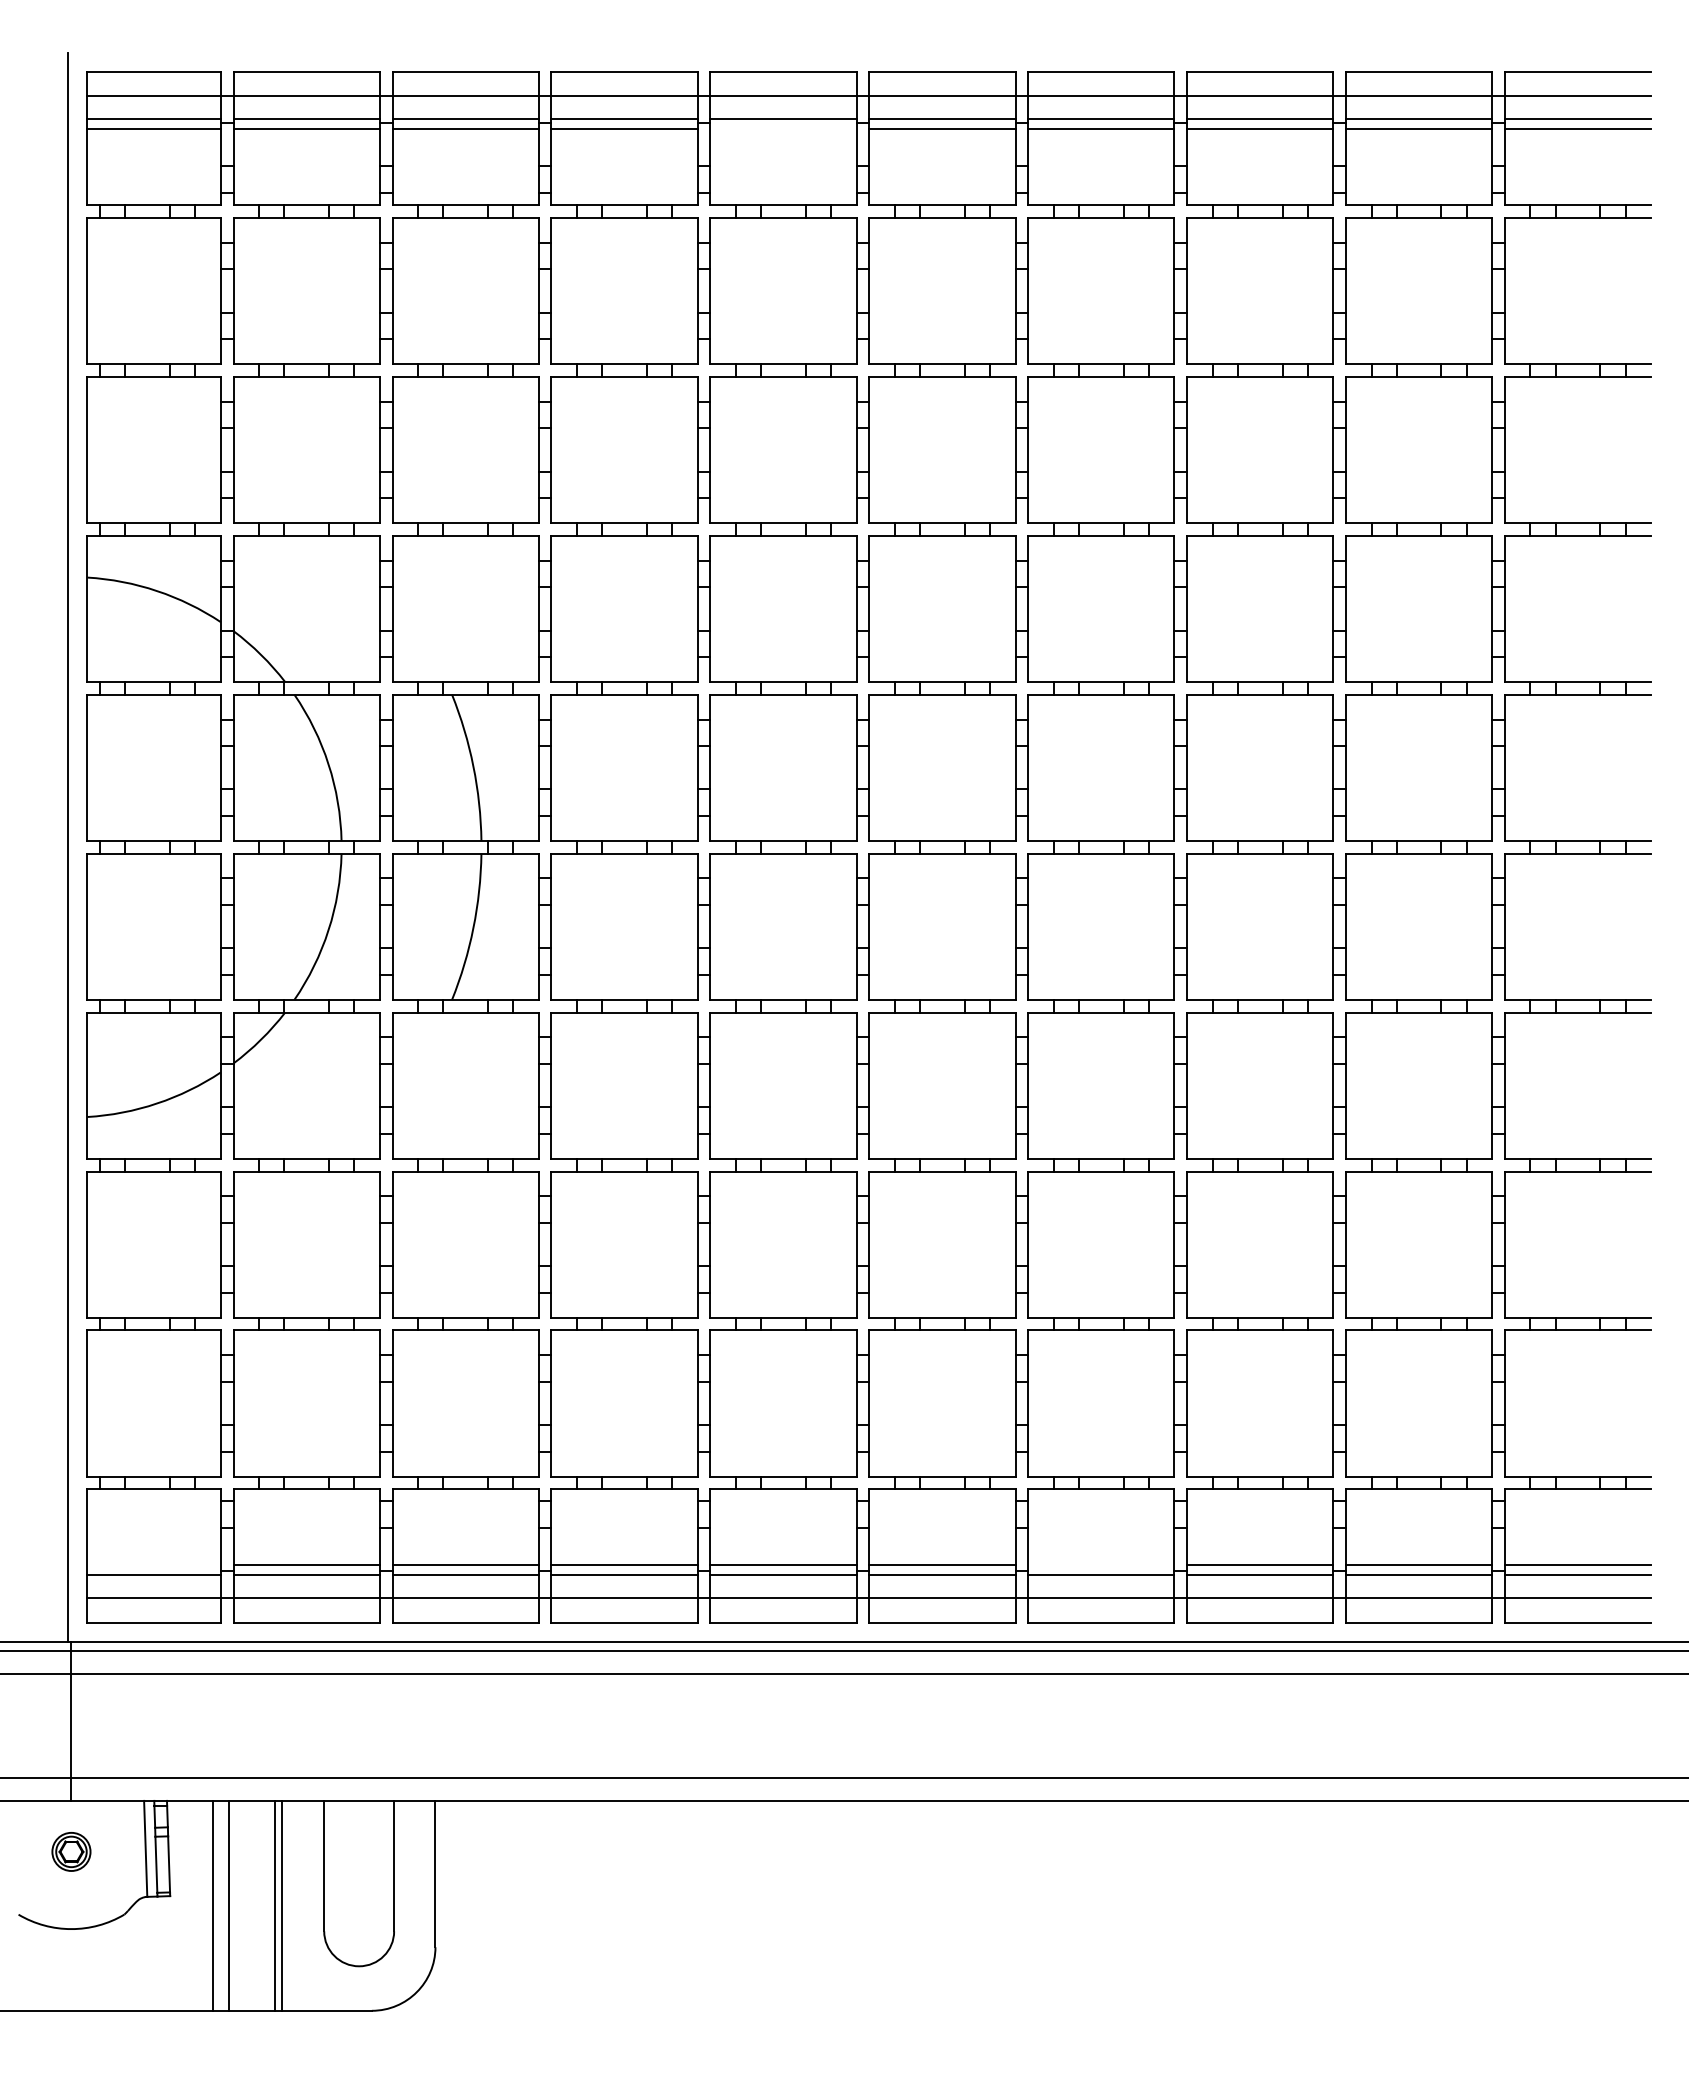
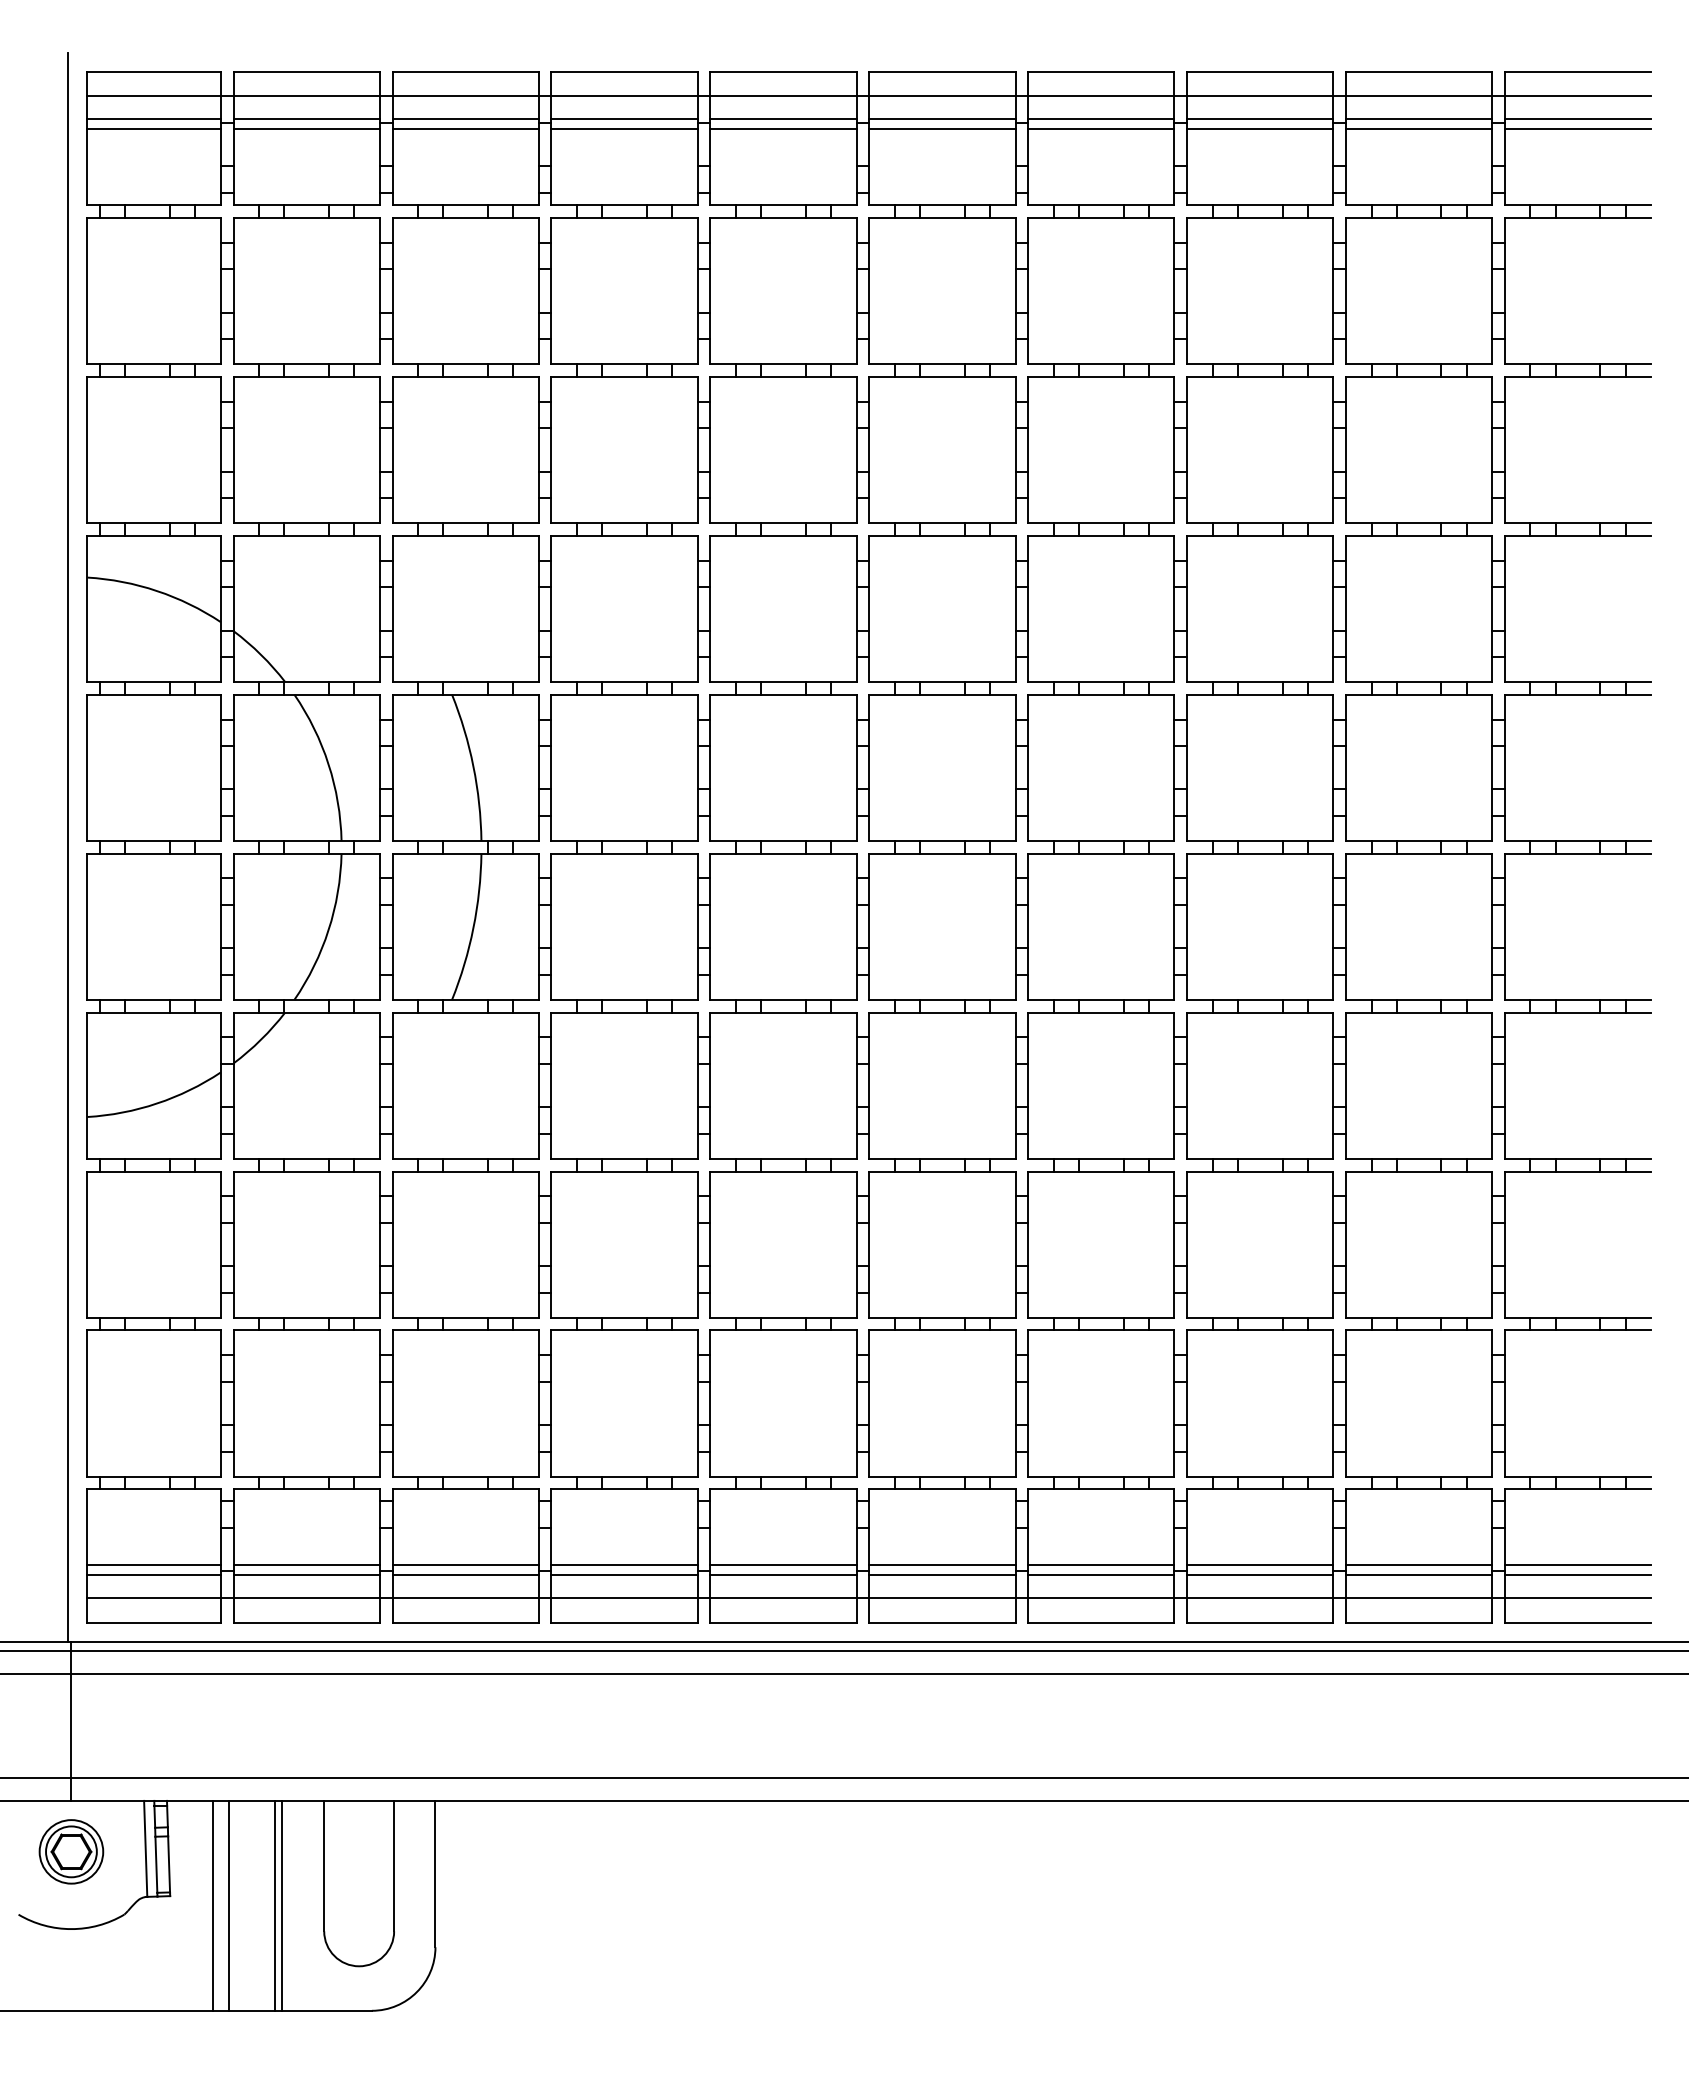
line at (783, 129): none -> present
line at (153, 1565): none -> present
line at (1101, 1565): none -> present
part at (71, 1851) size: 41x40 px -> 67x66 px
